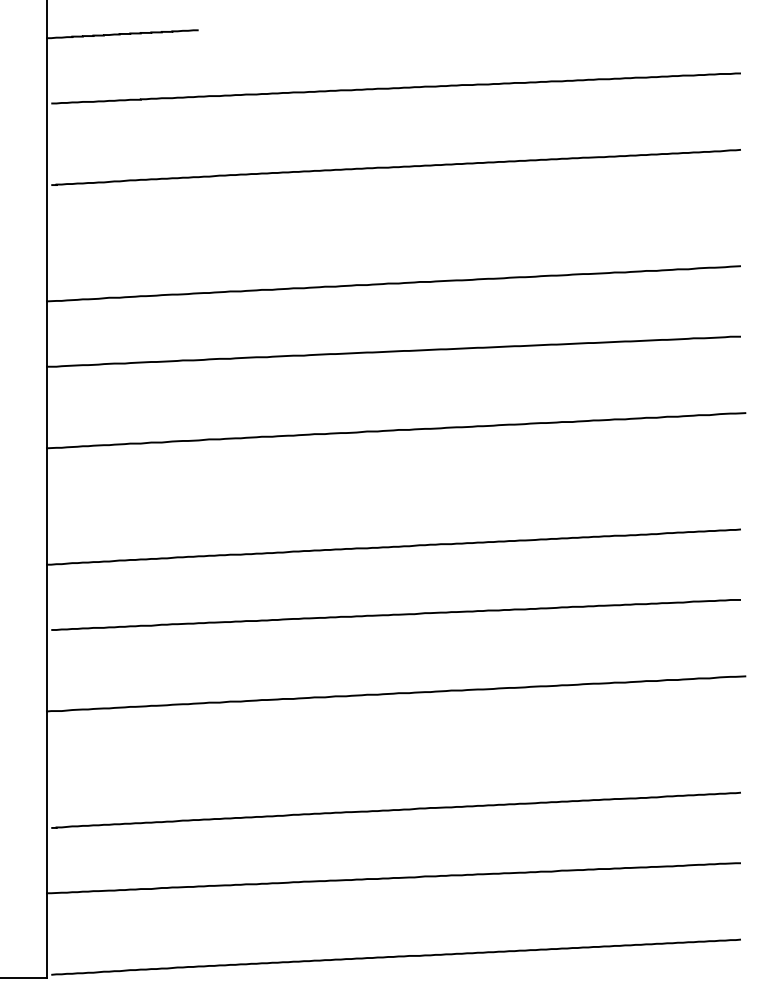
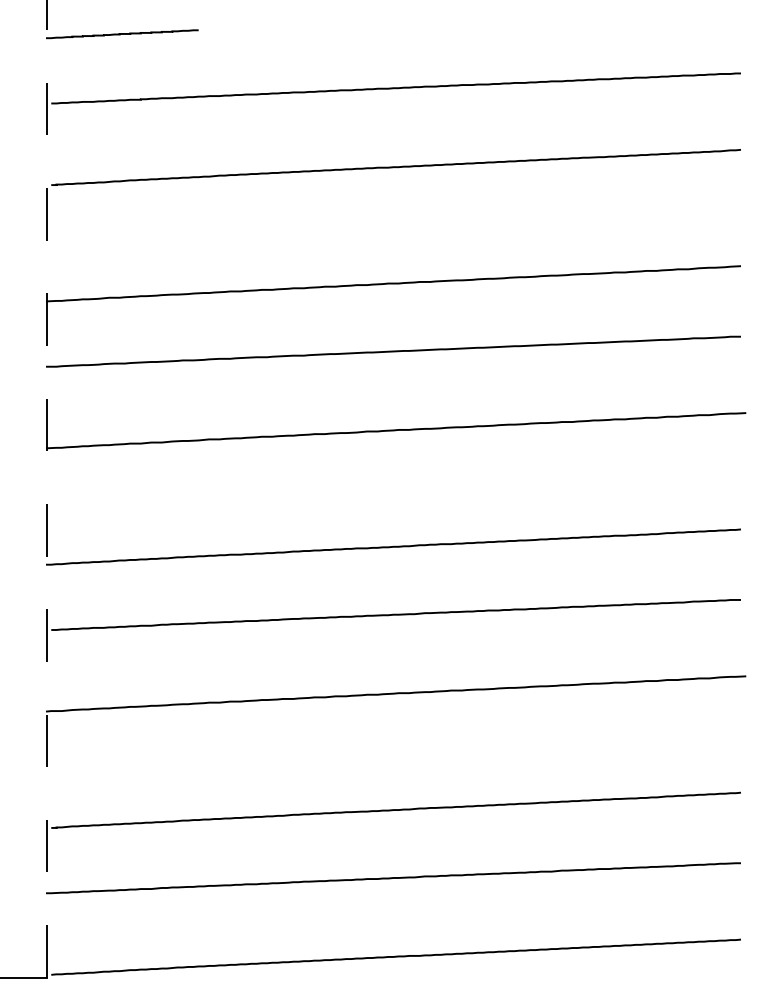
line at (46, 488): solid -> dashed
